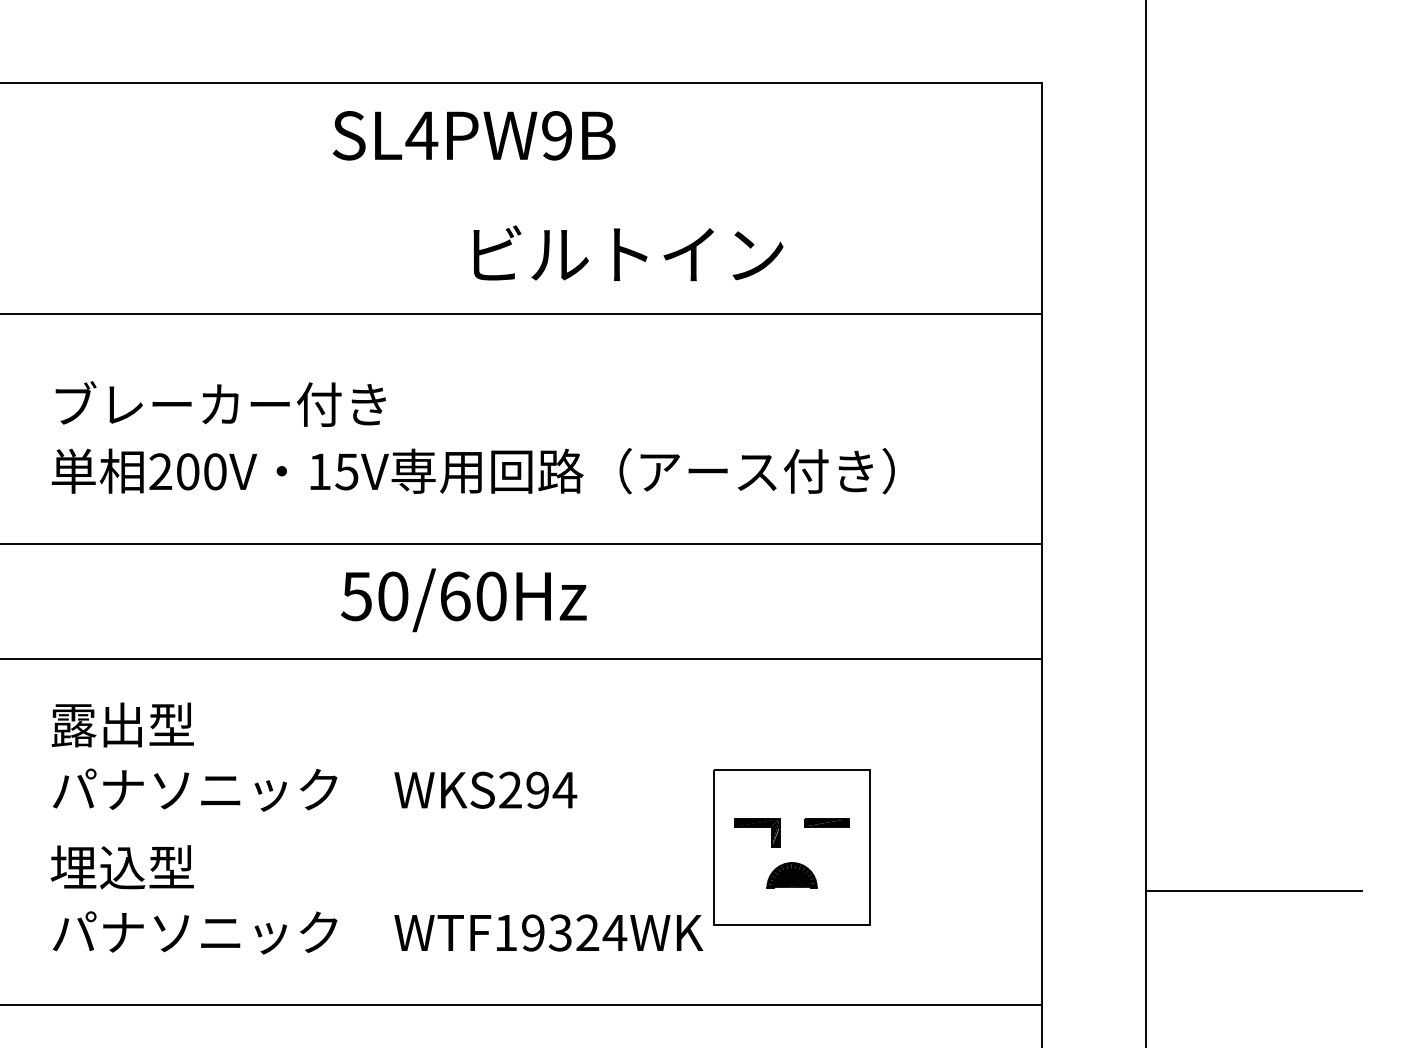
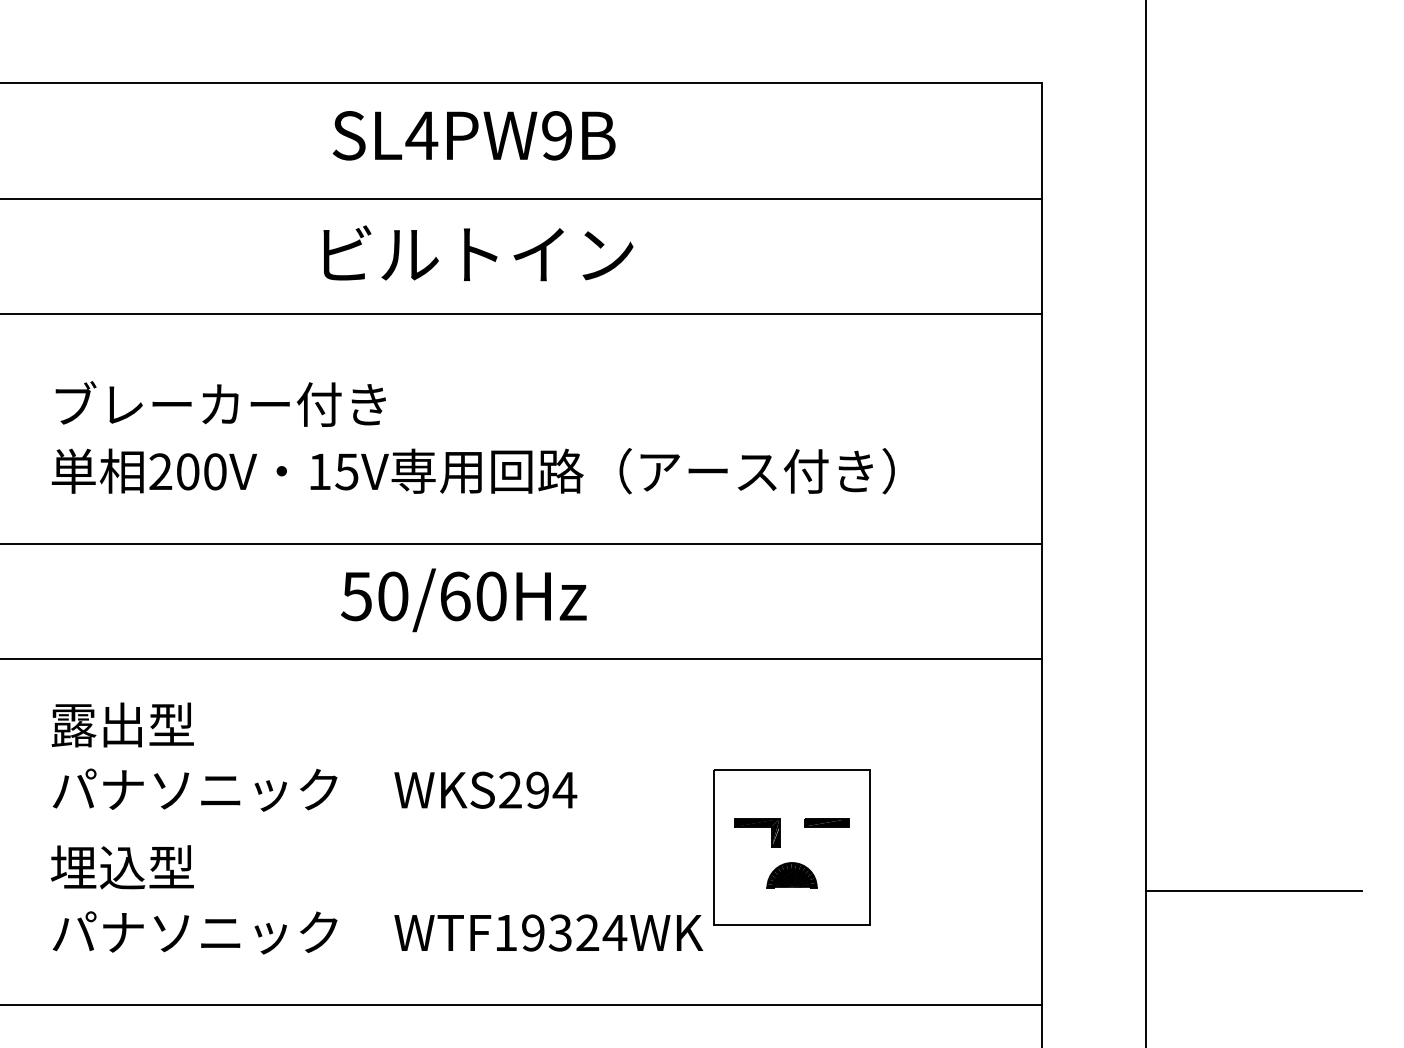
line at (521, 198): none -> present
text at (628, 253) position: (628, 253) -> (478, 253)
